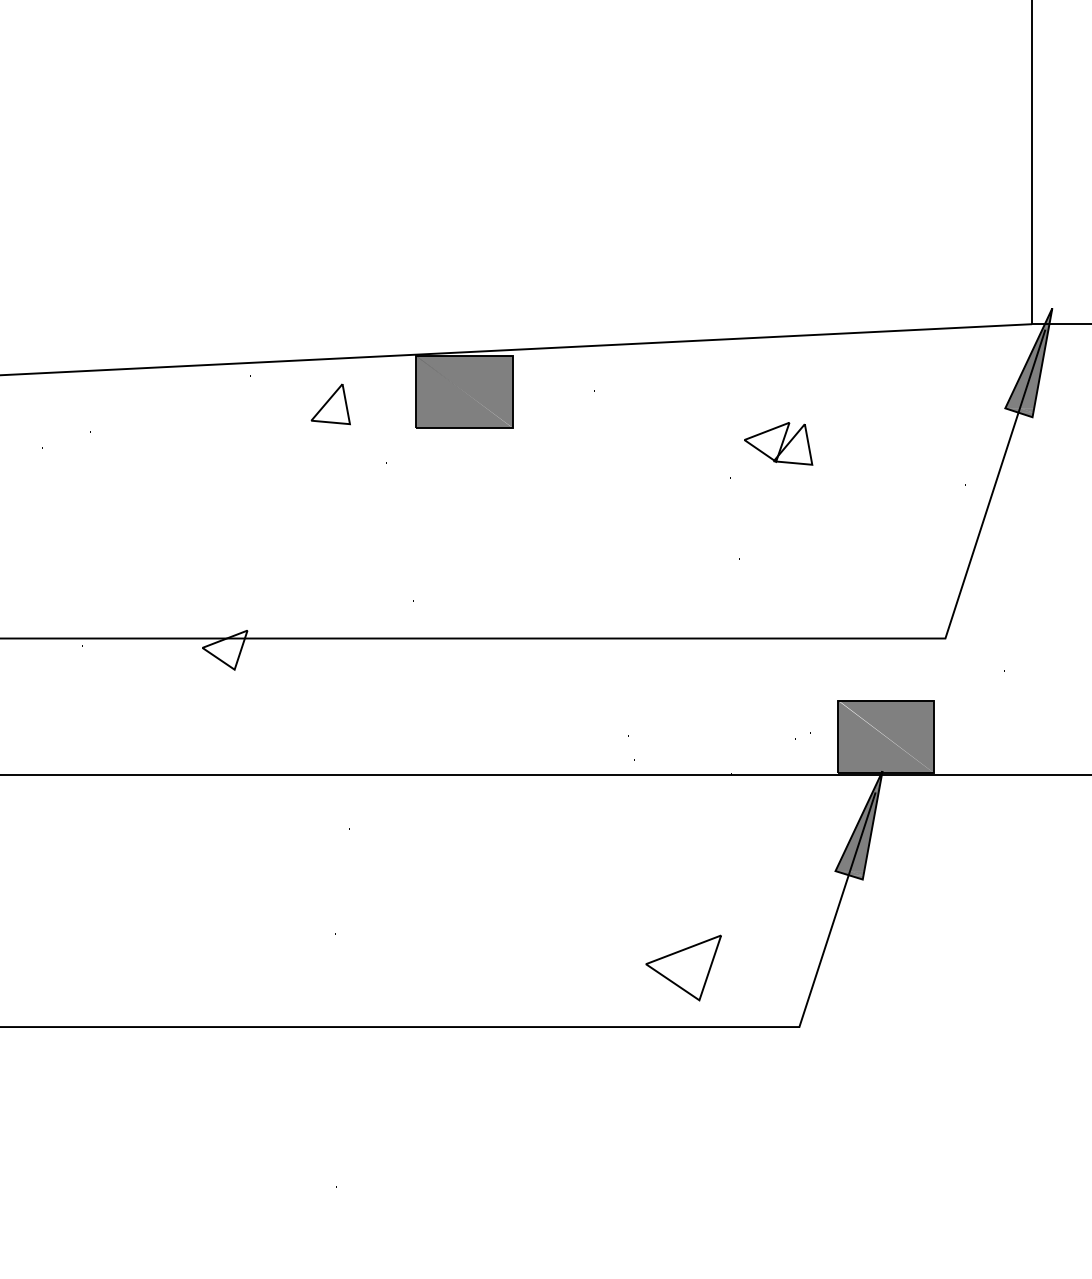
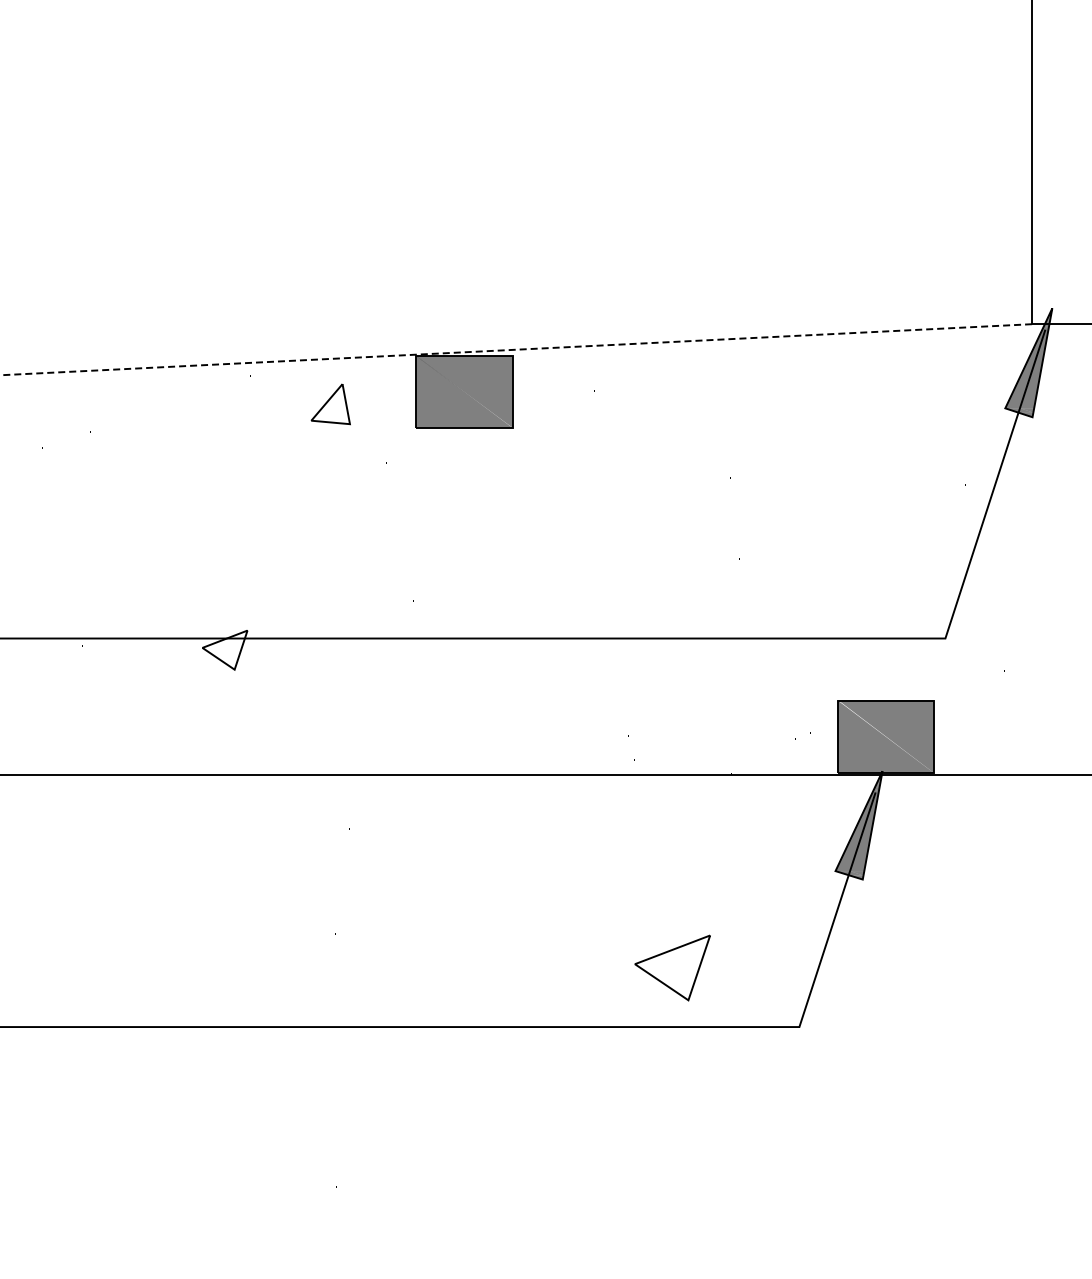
line at (515, 349): solid -> dashed
part at (778, 443): present -> none
part at (683, 967) position: (683, 967) -> (672, 967)
